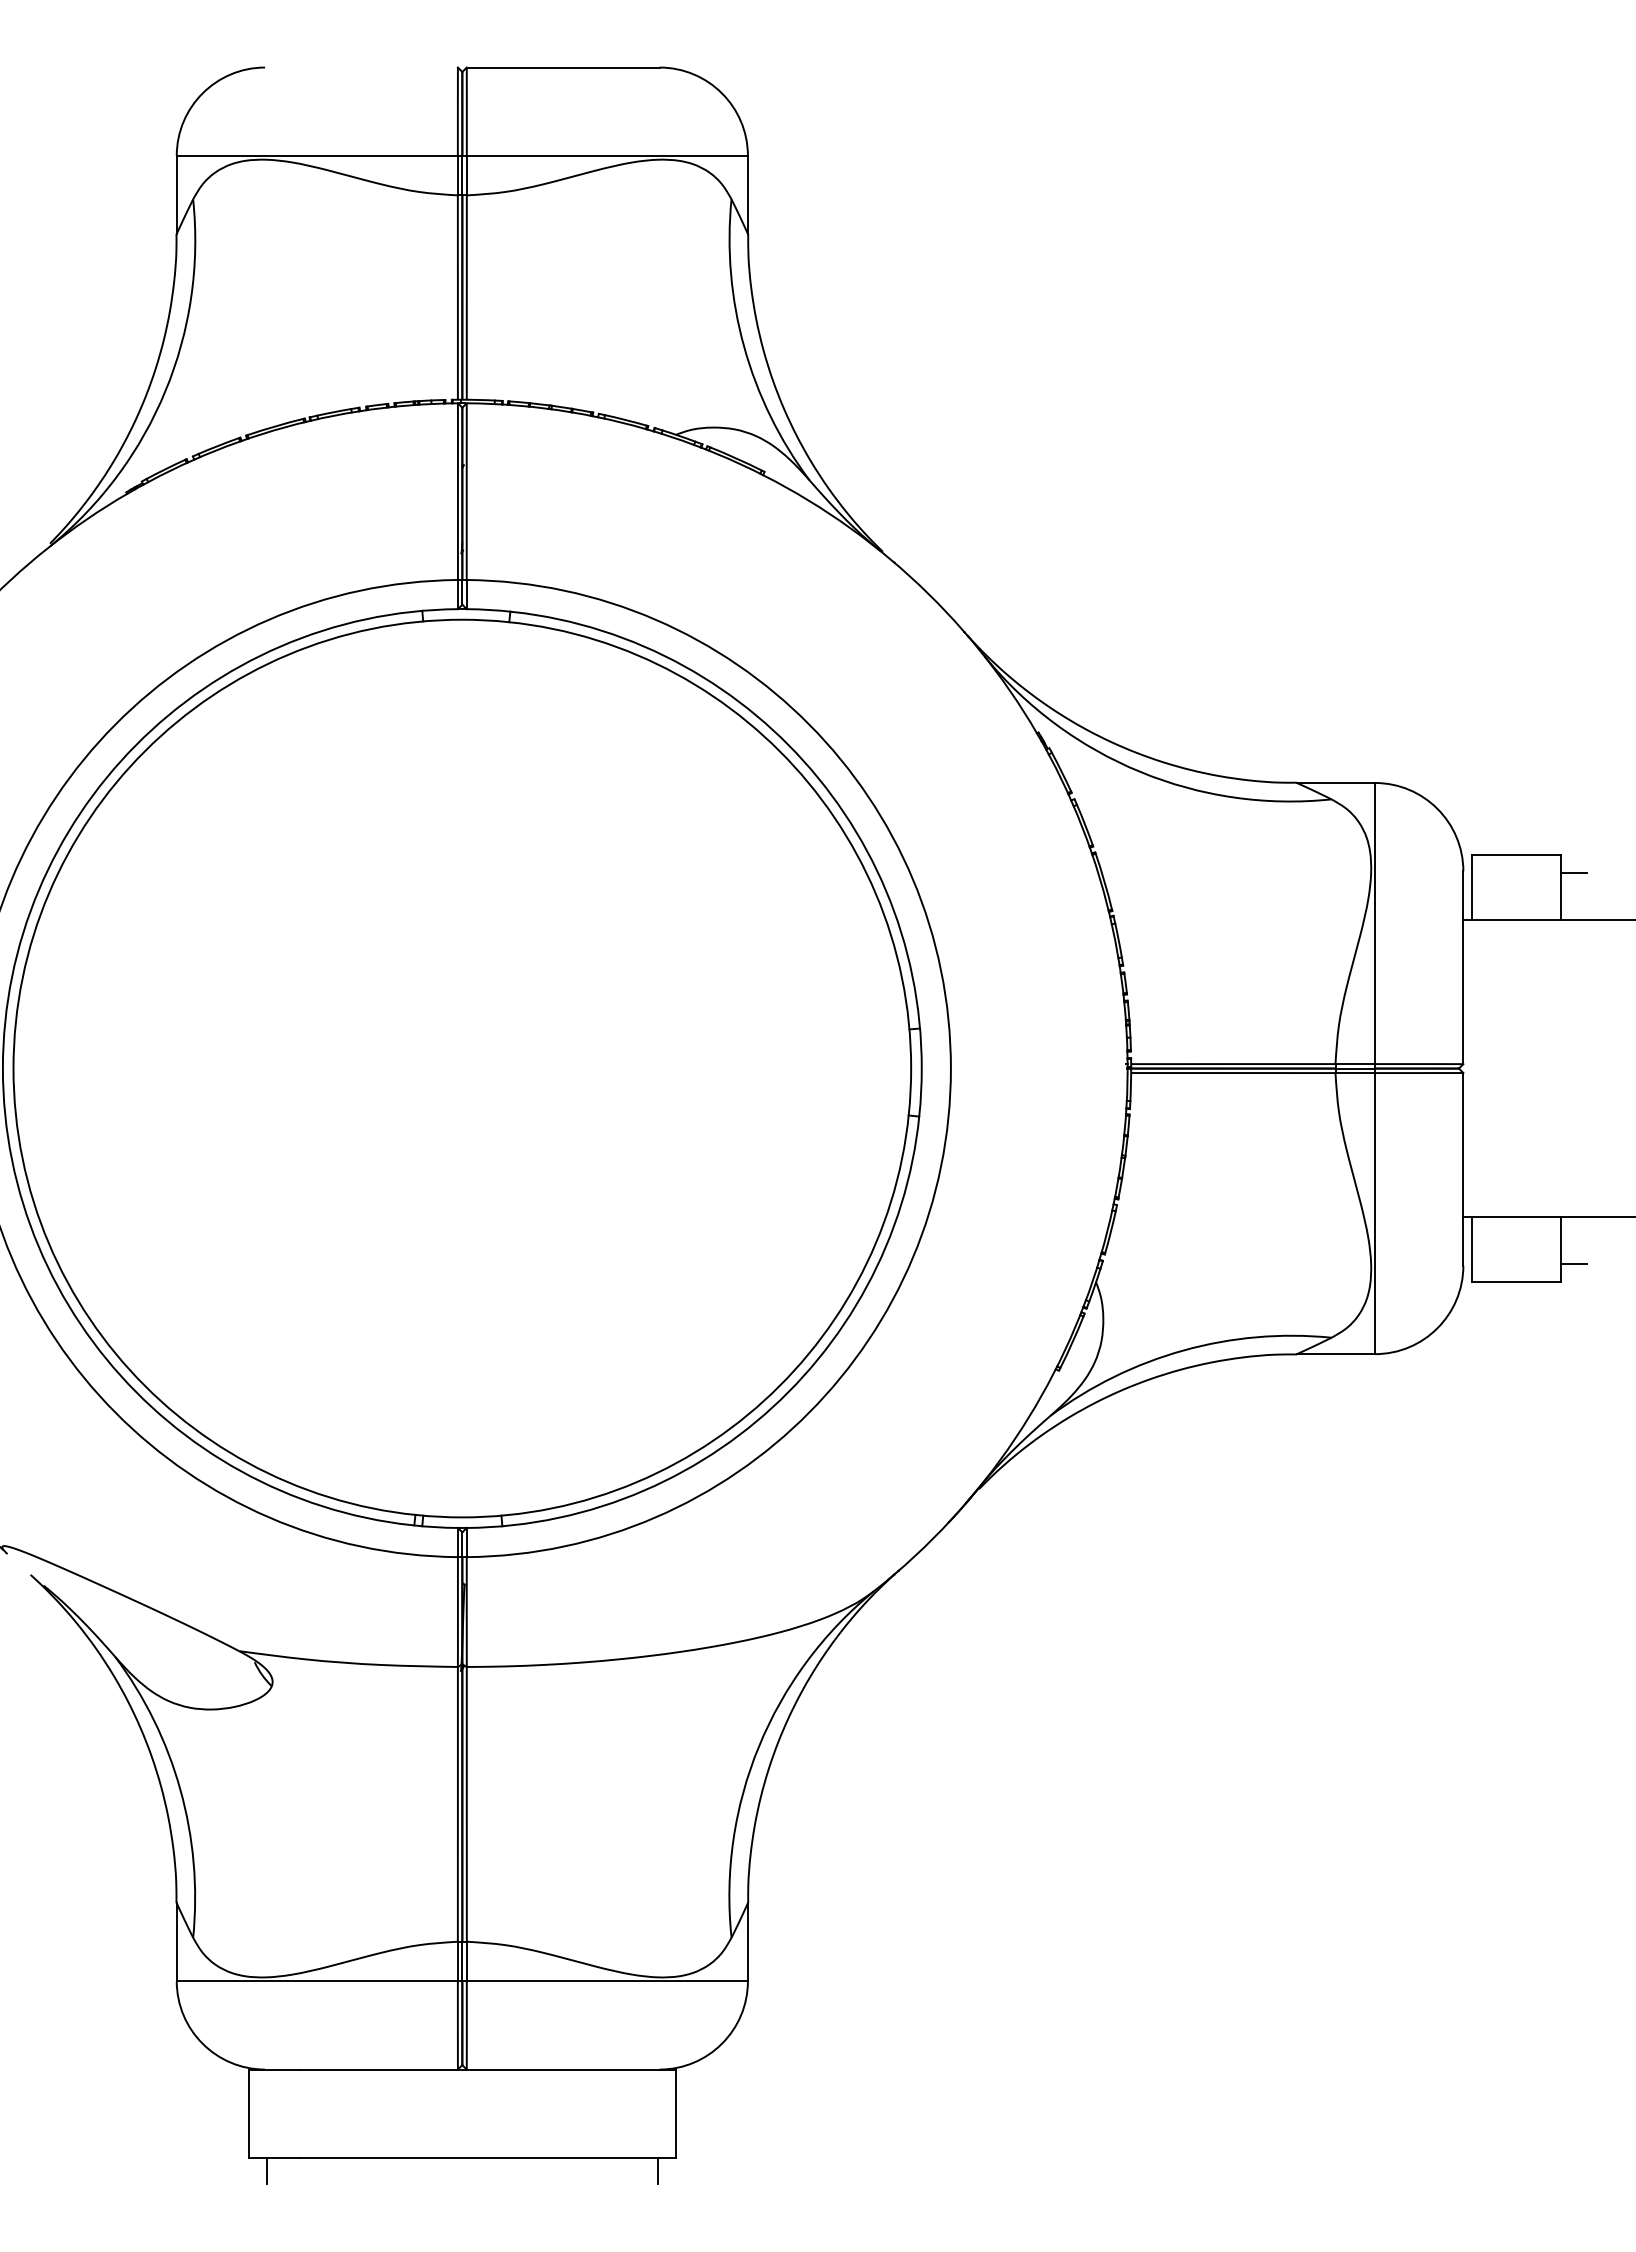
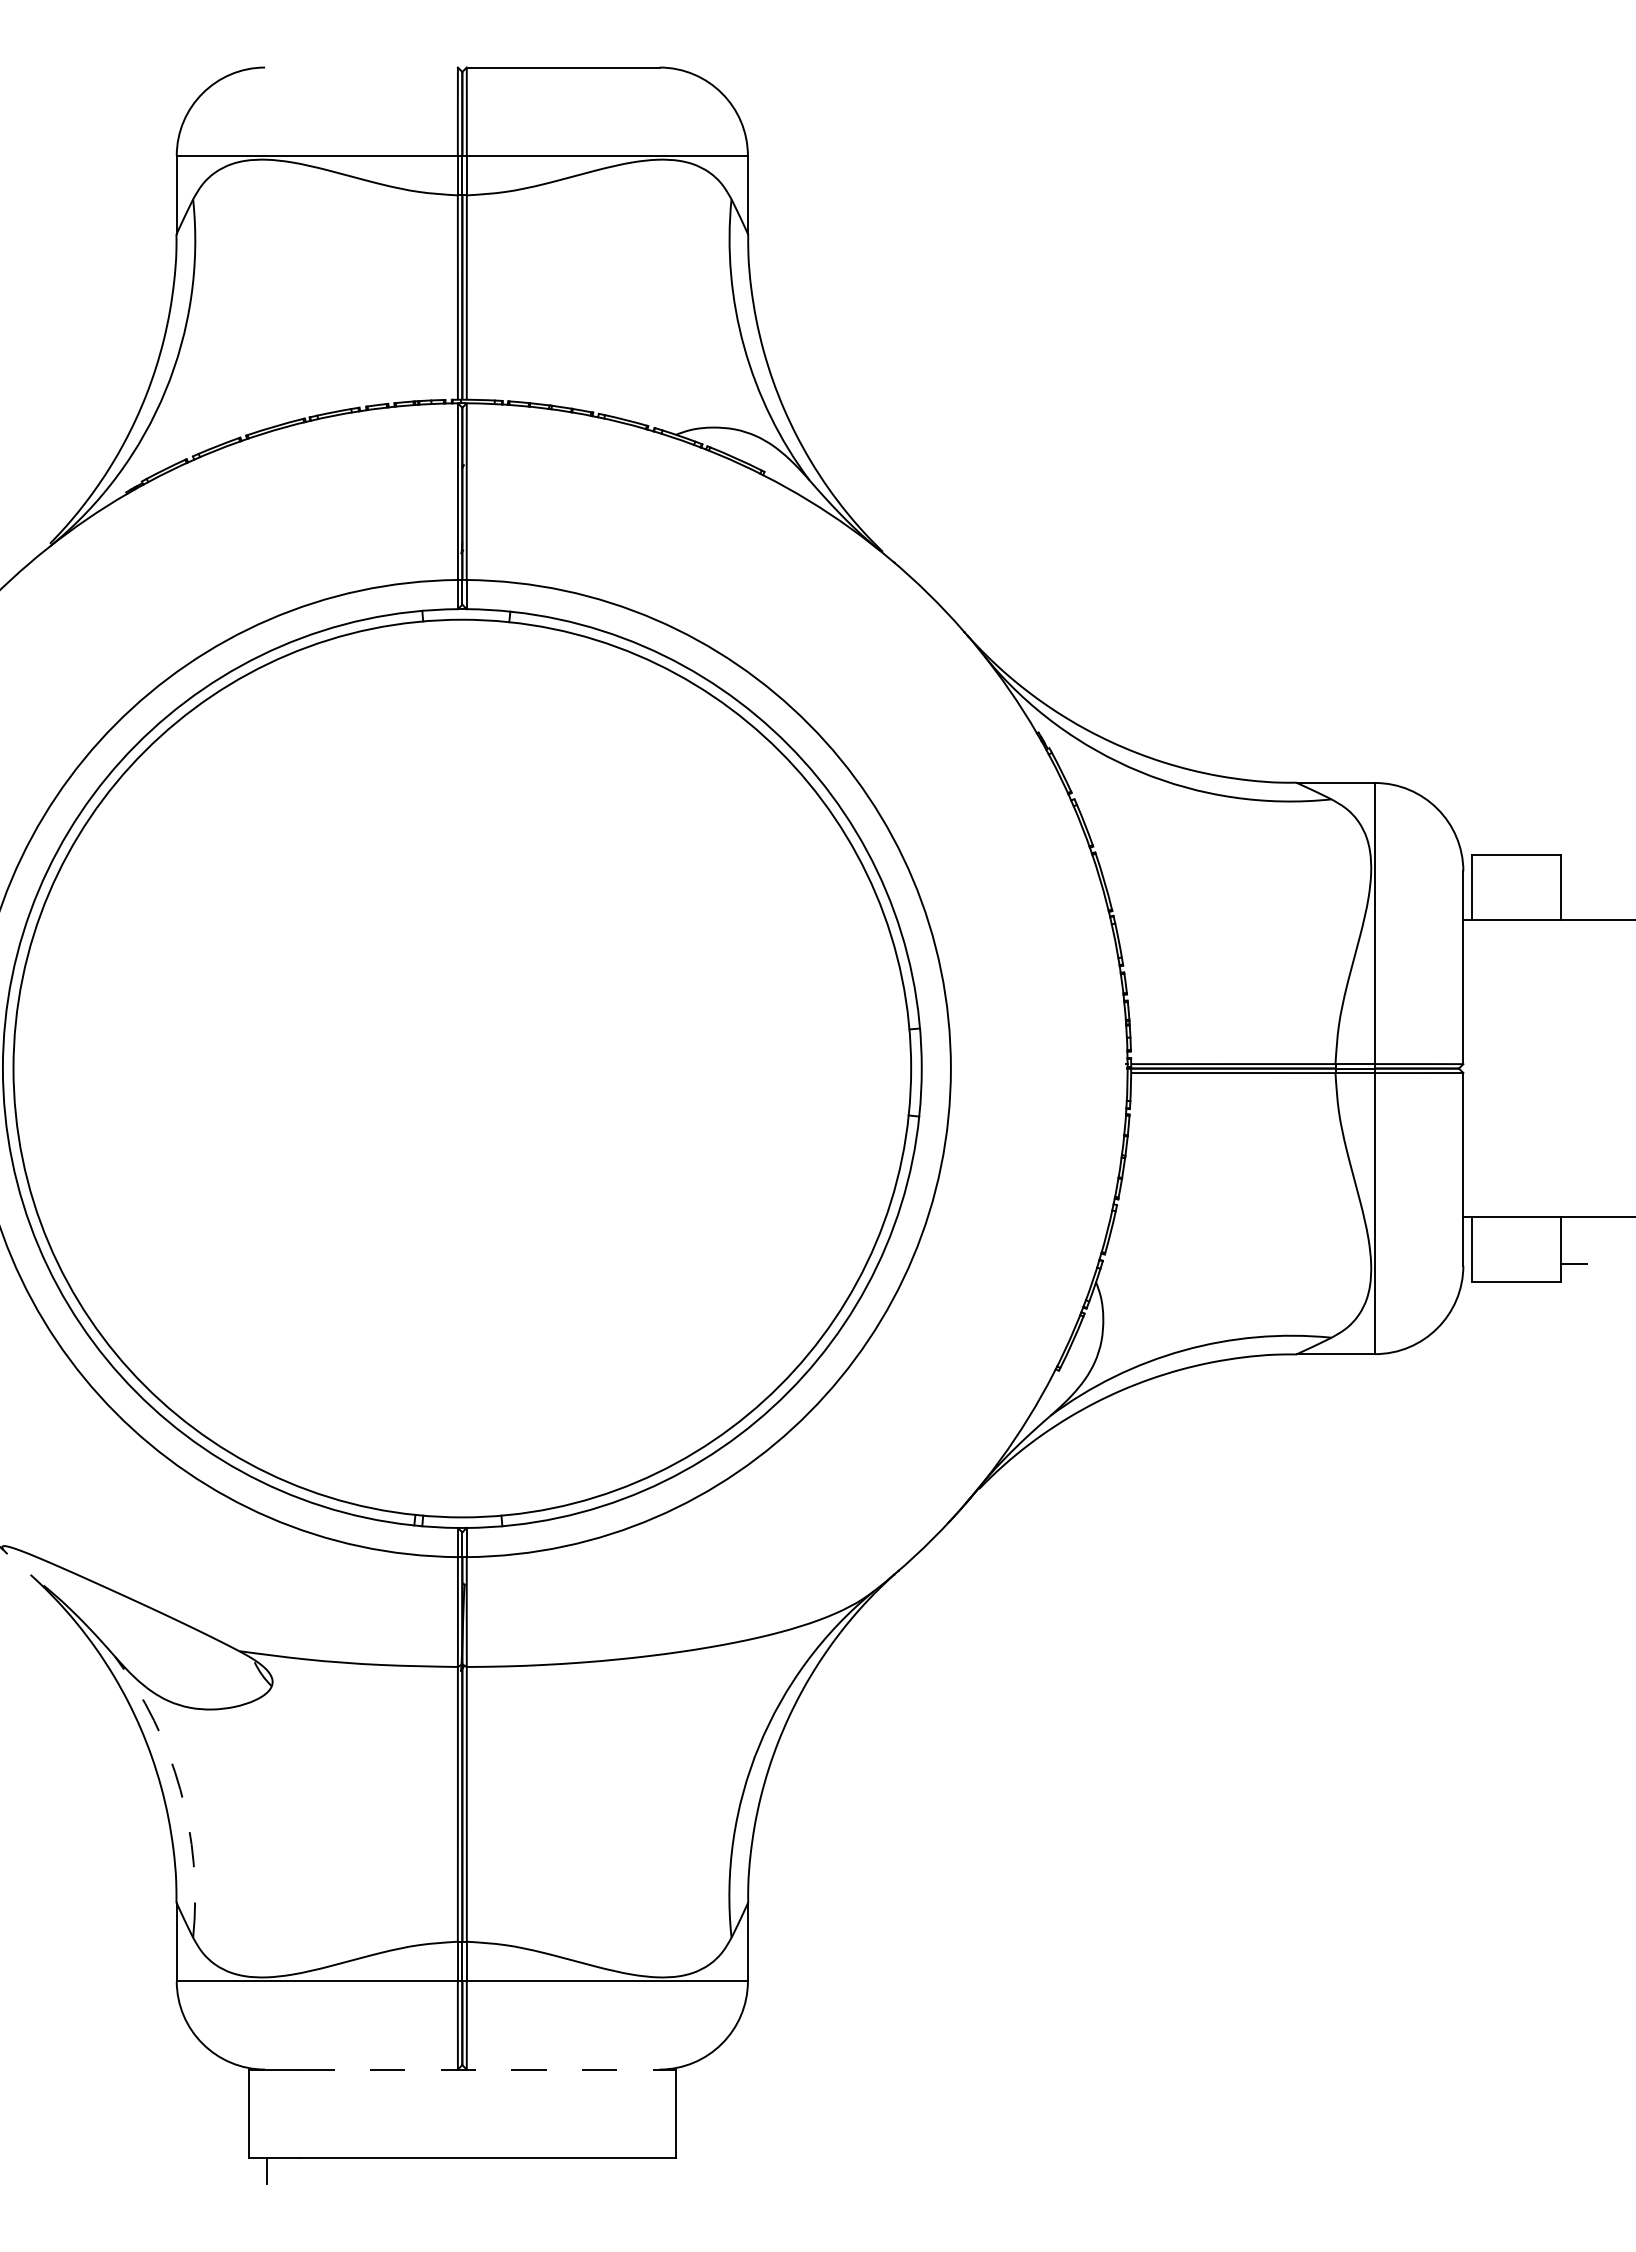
line at (1573, 872): present -> none
arc at (180, 1789): solid -> dashed
line at (487, 2069): solid -> dashed
line at (658, 2170): present -> none
